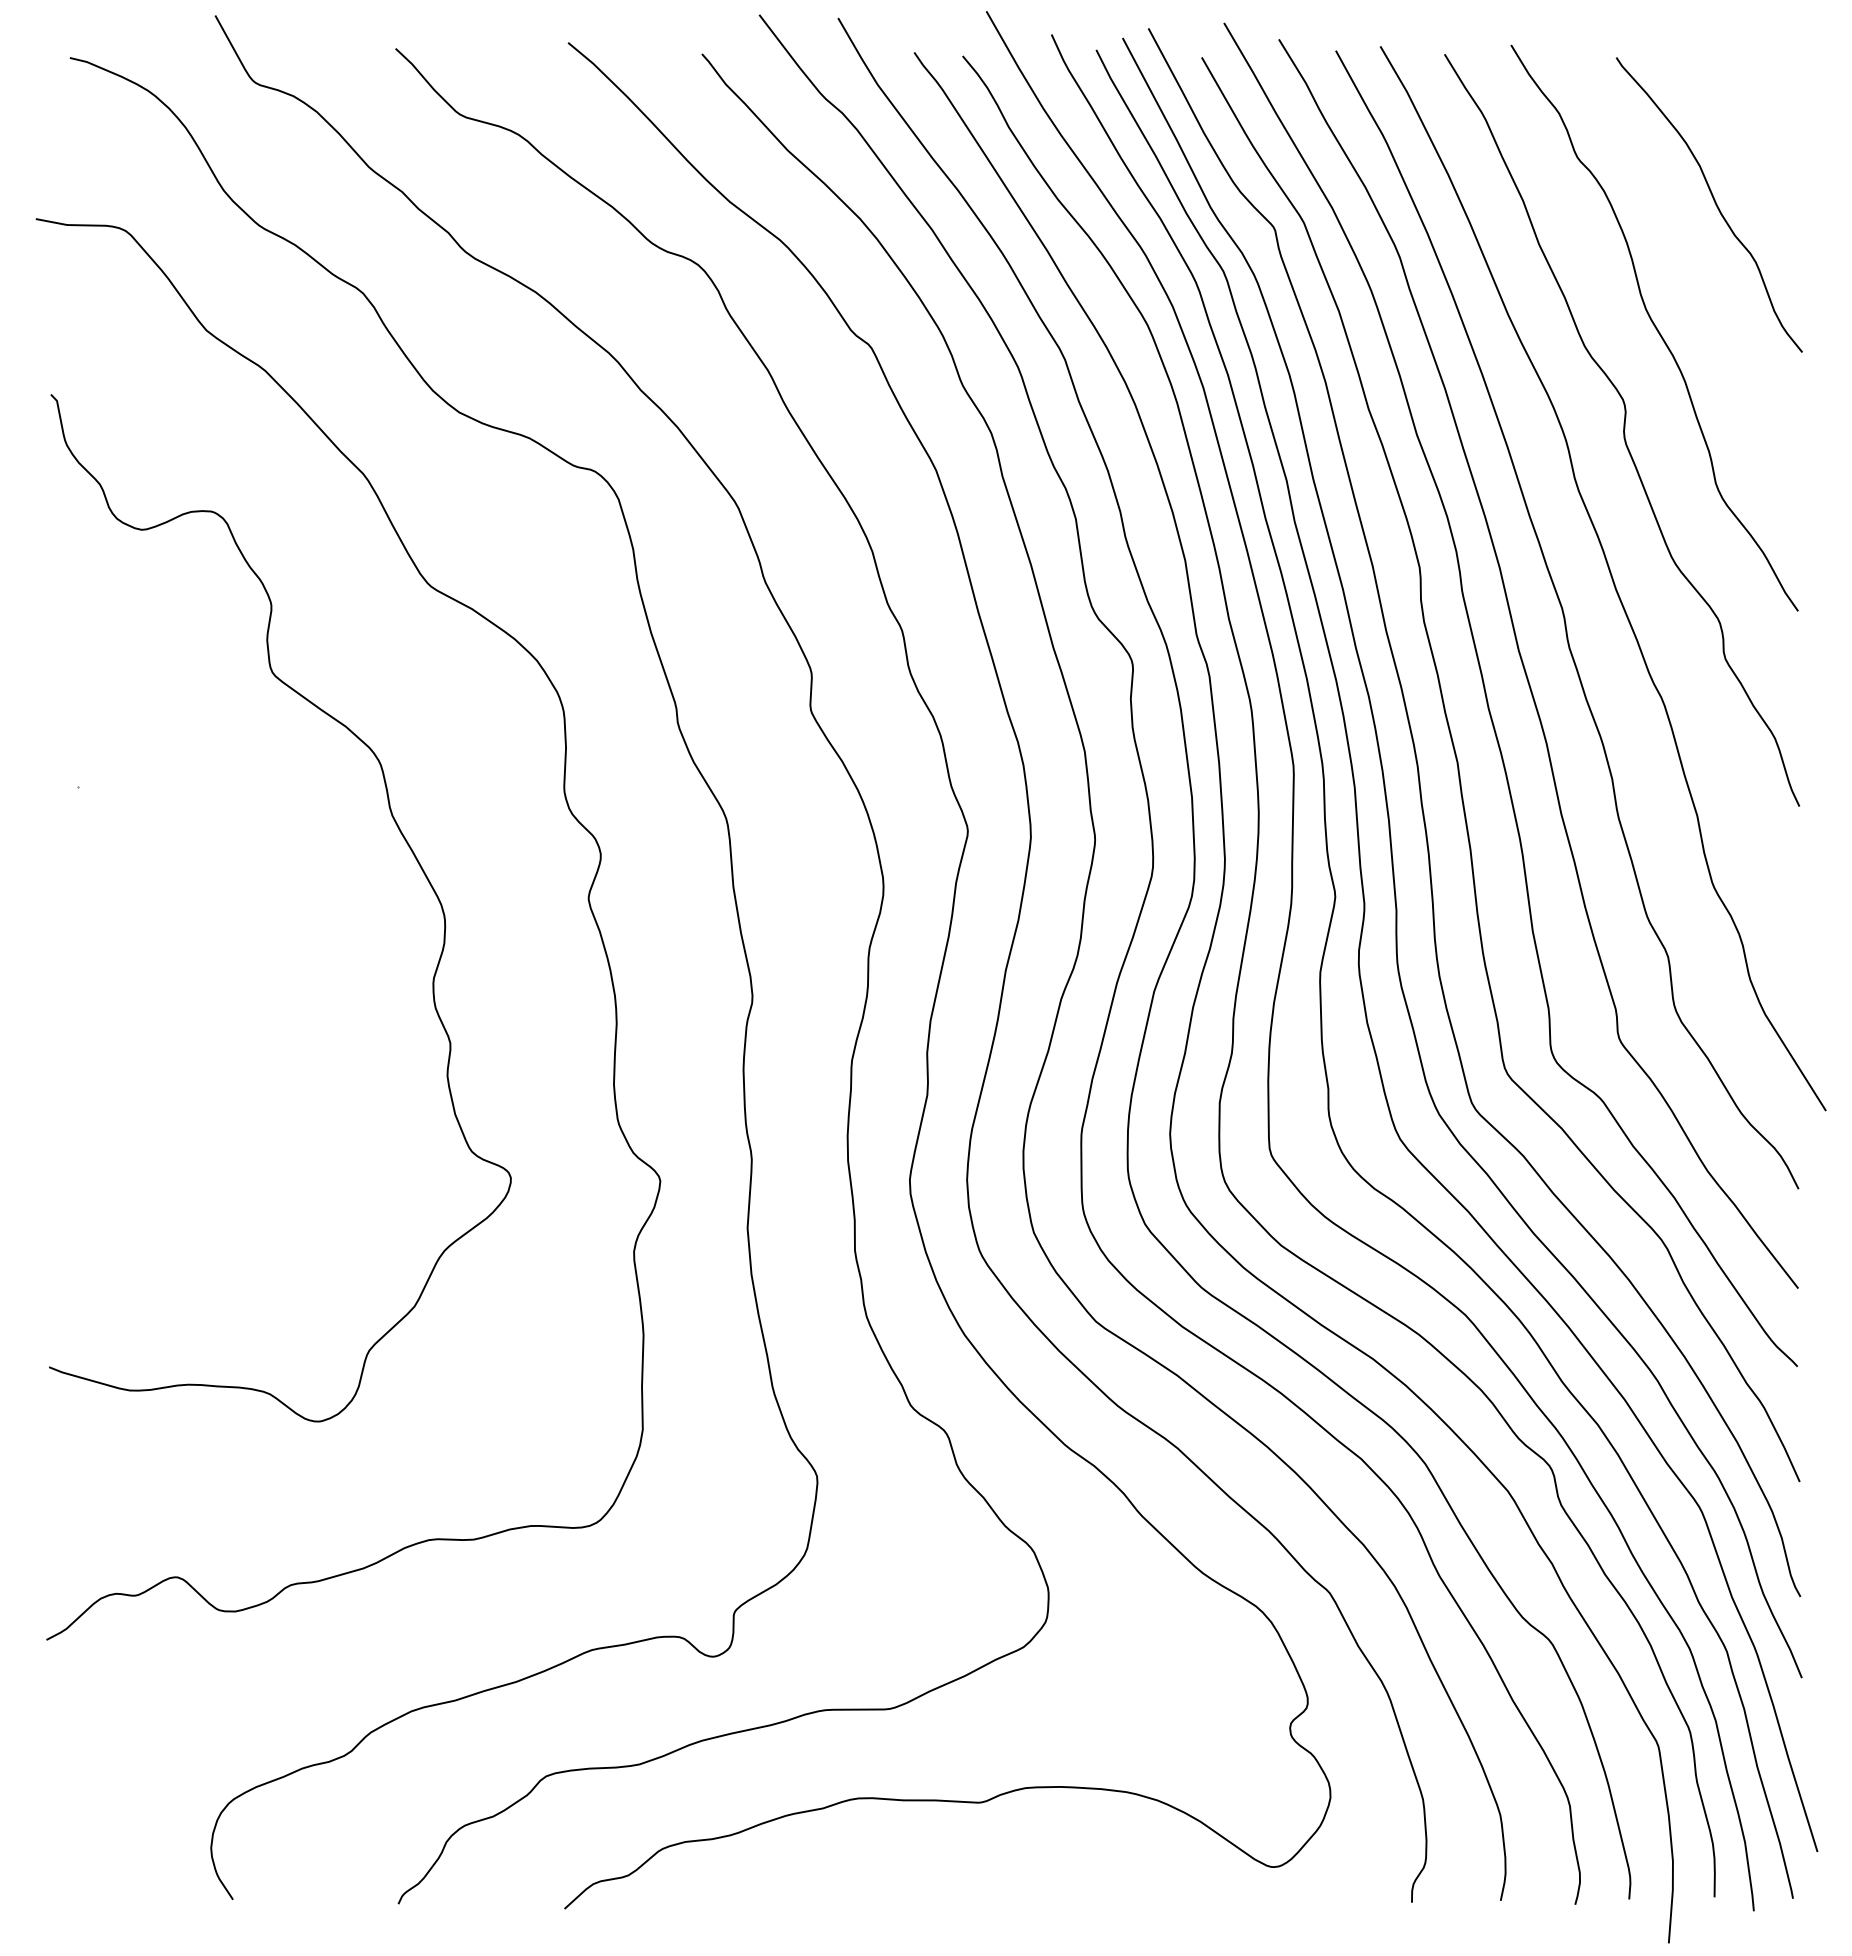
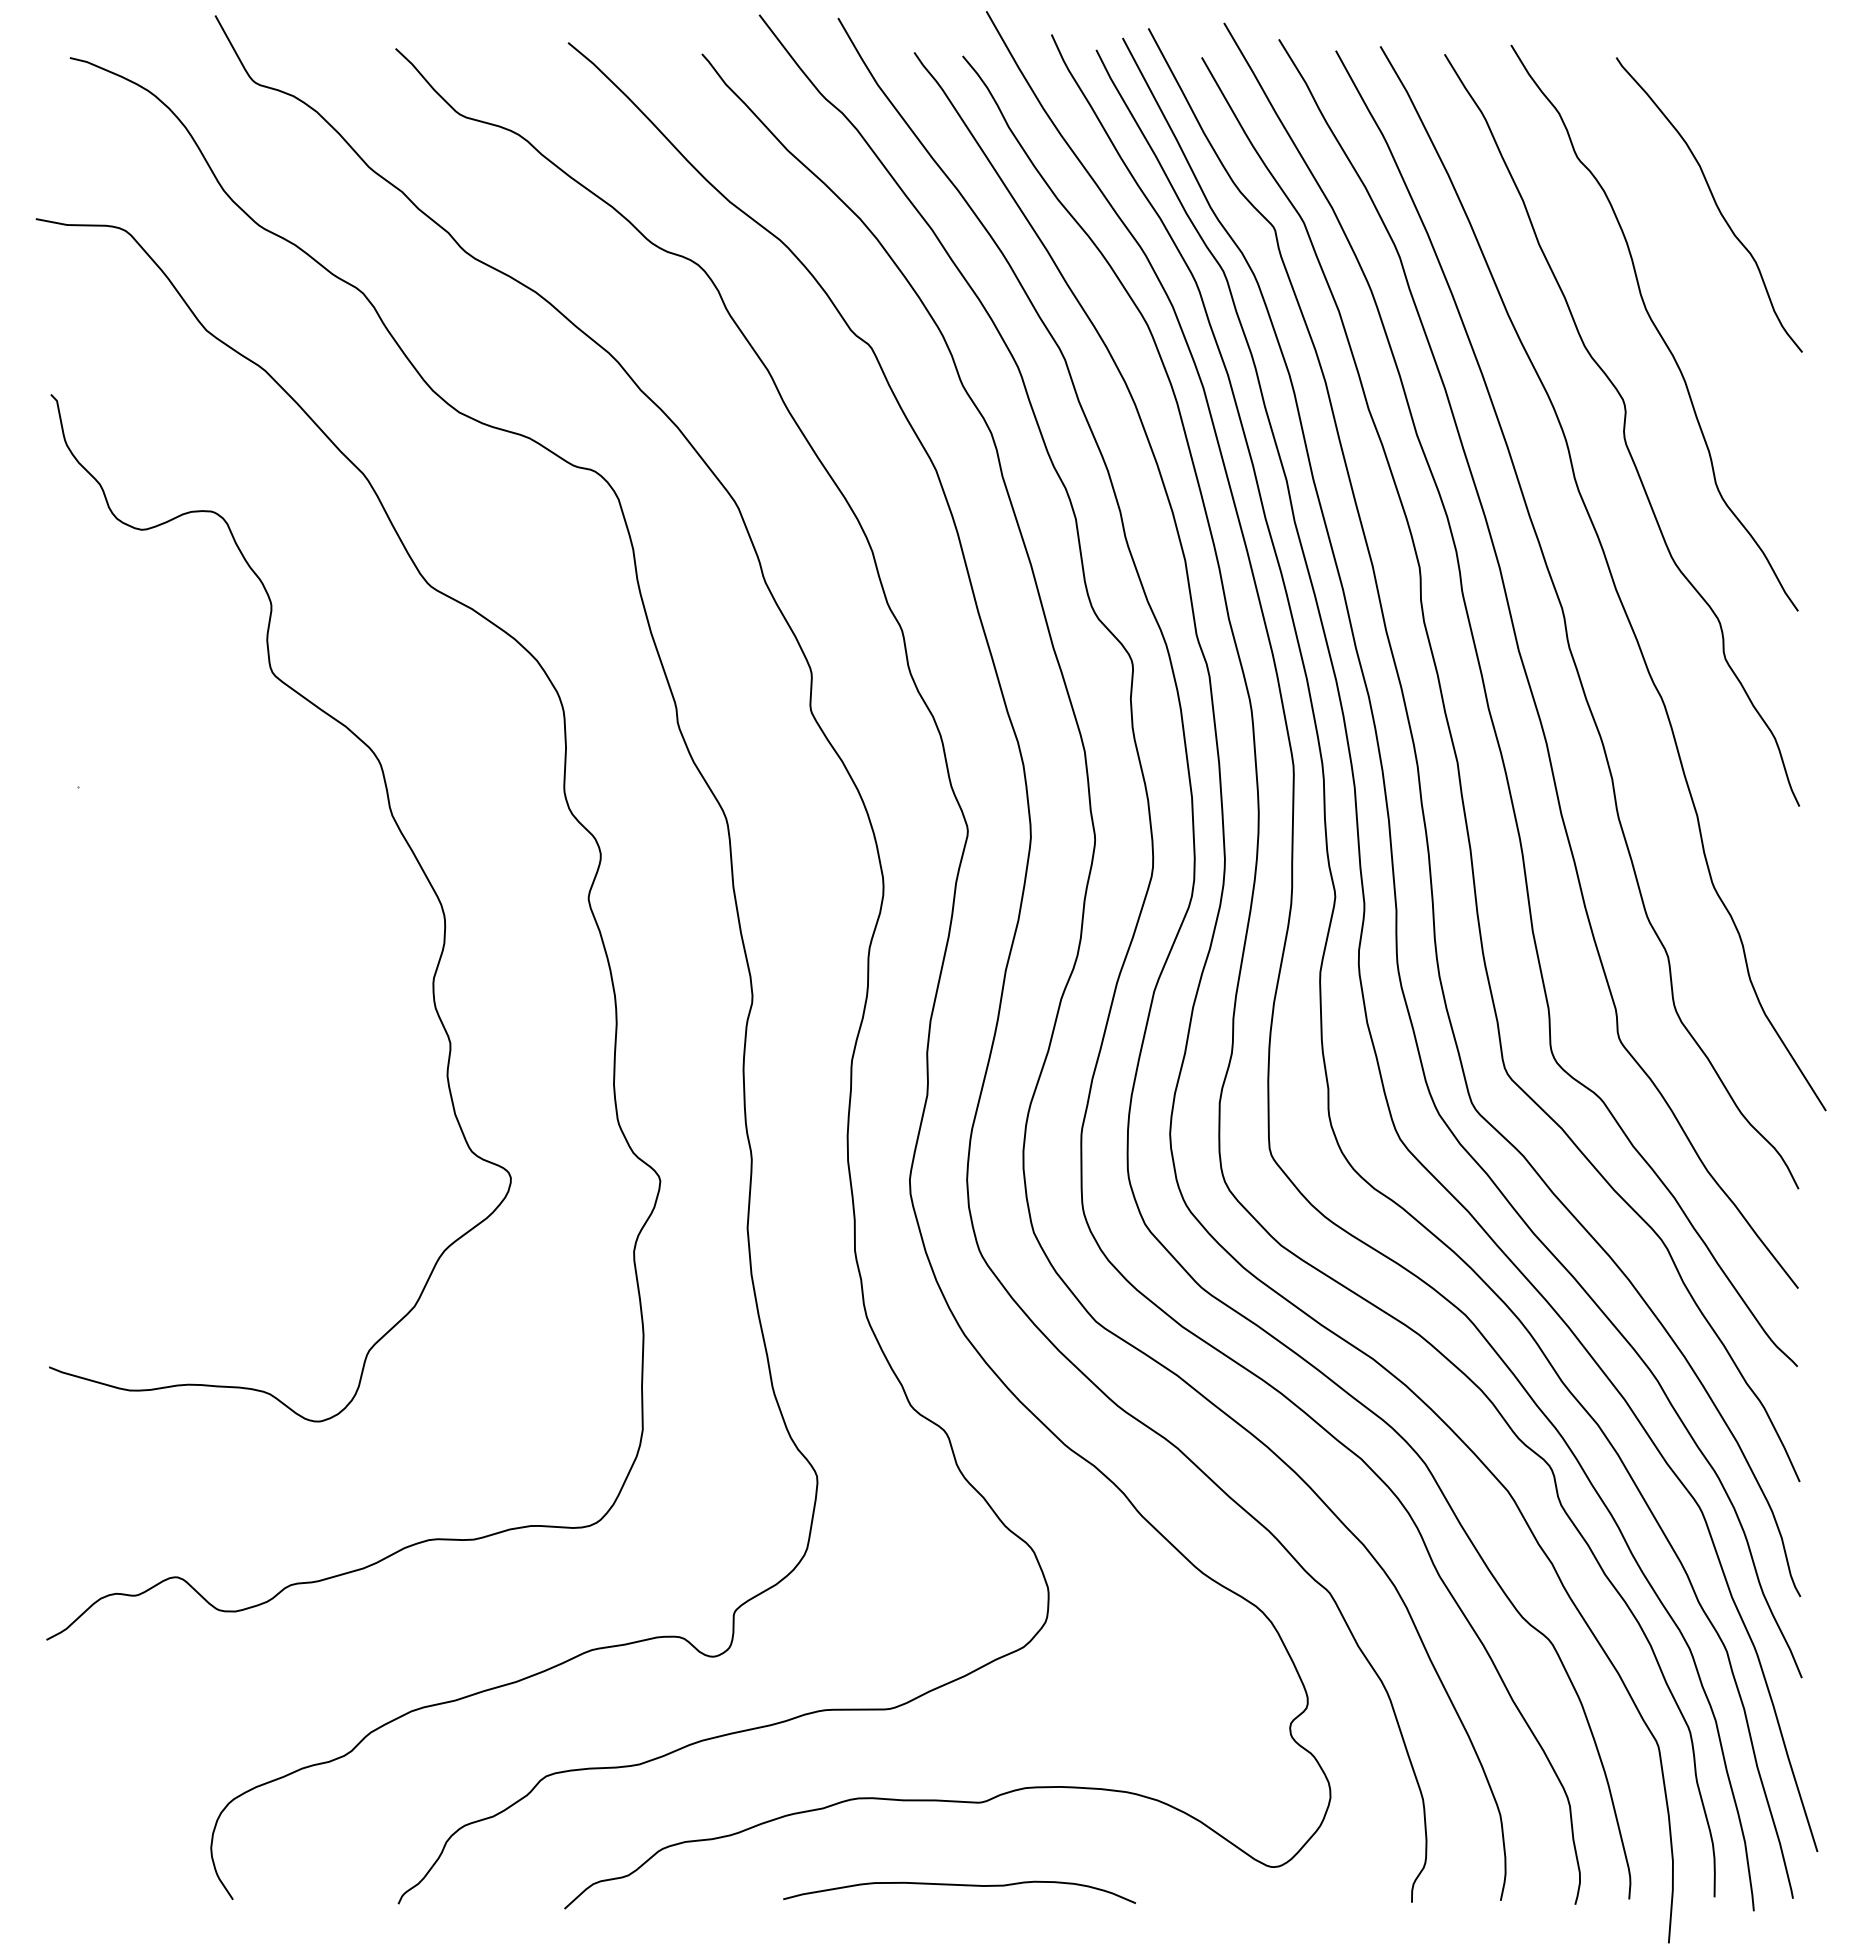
curve at (959, 1885): none -> present
